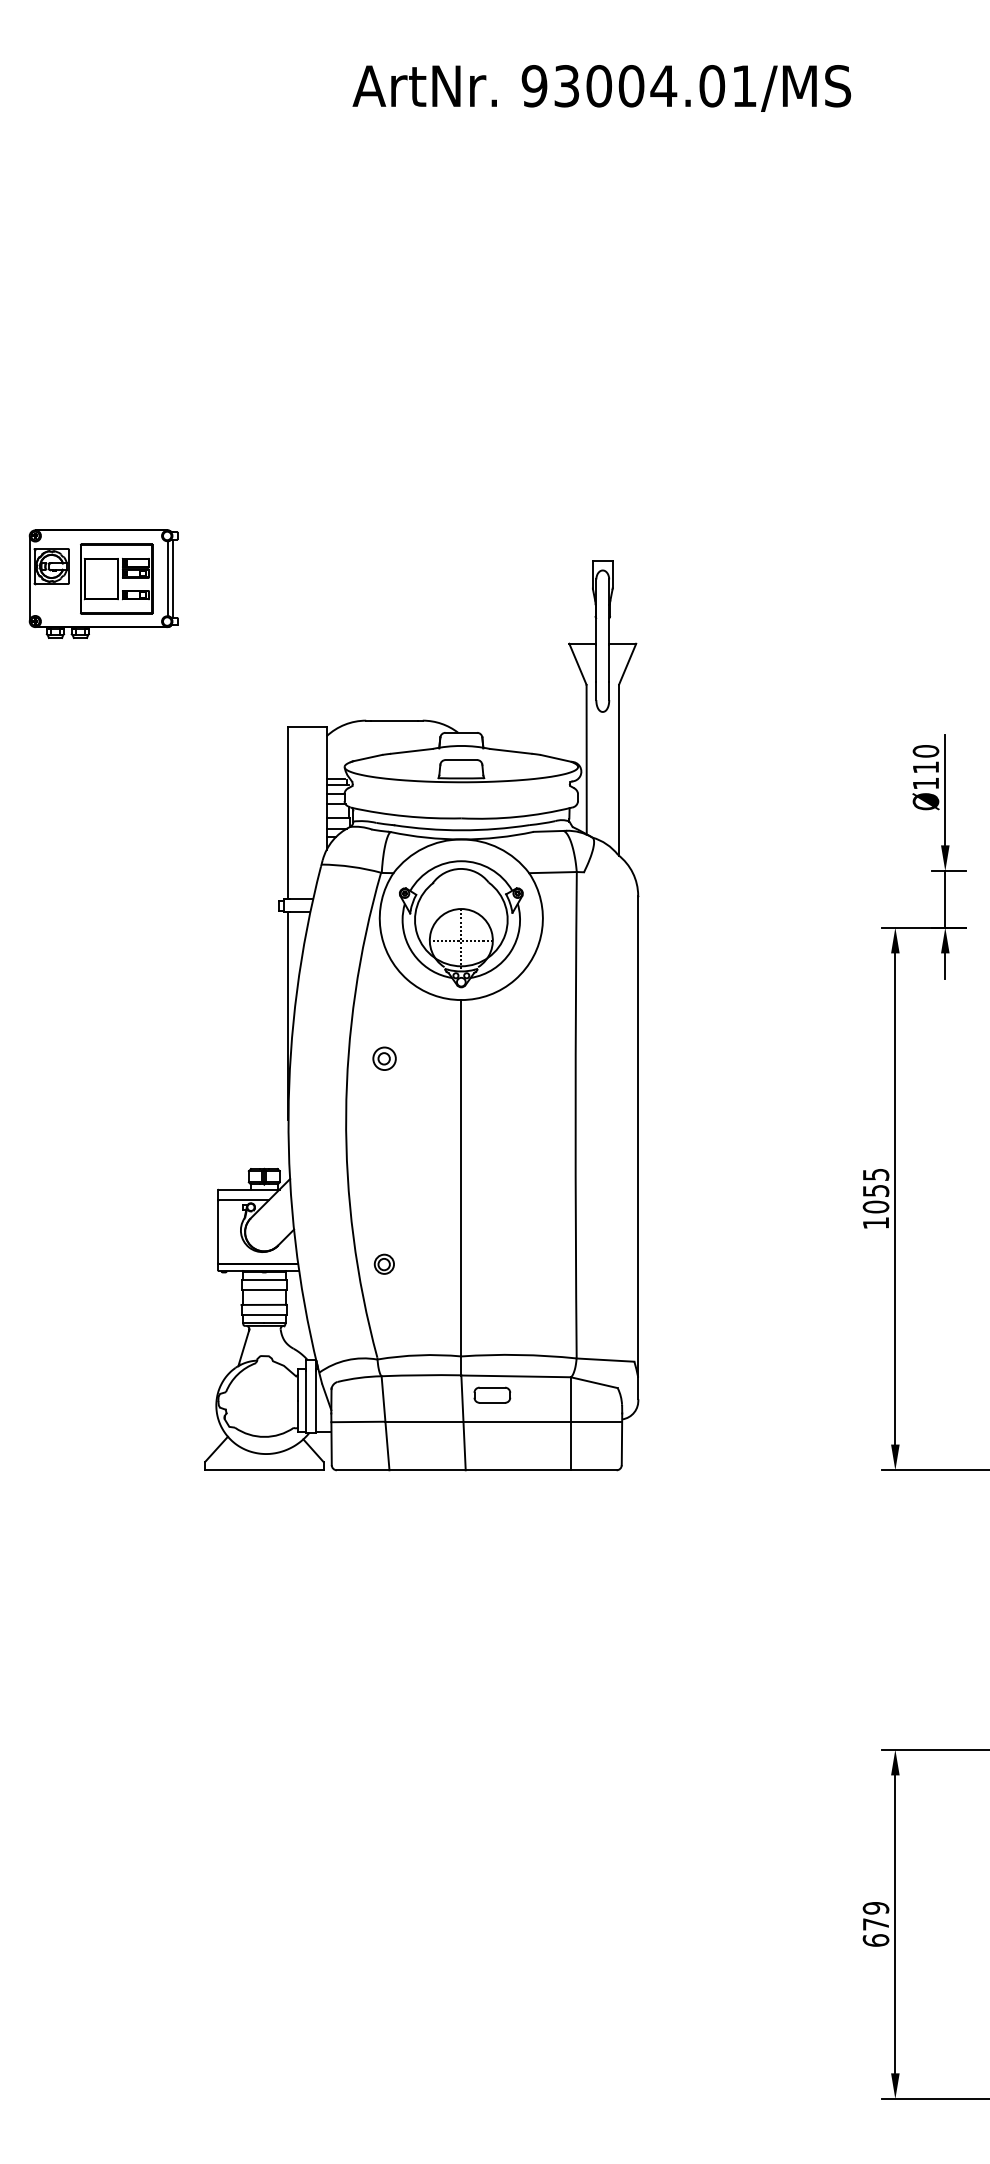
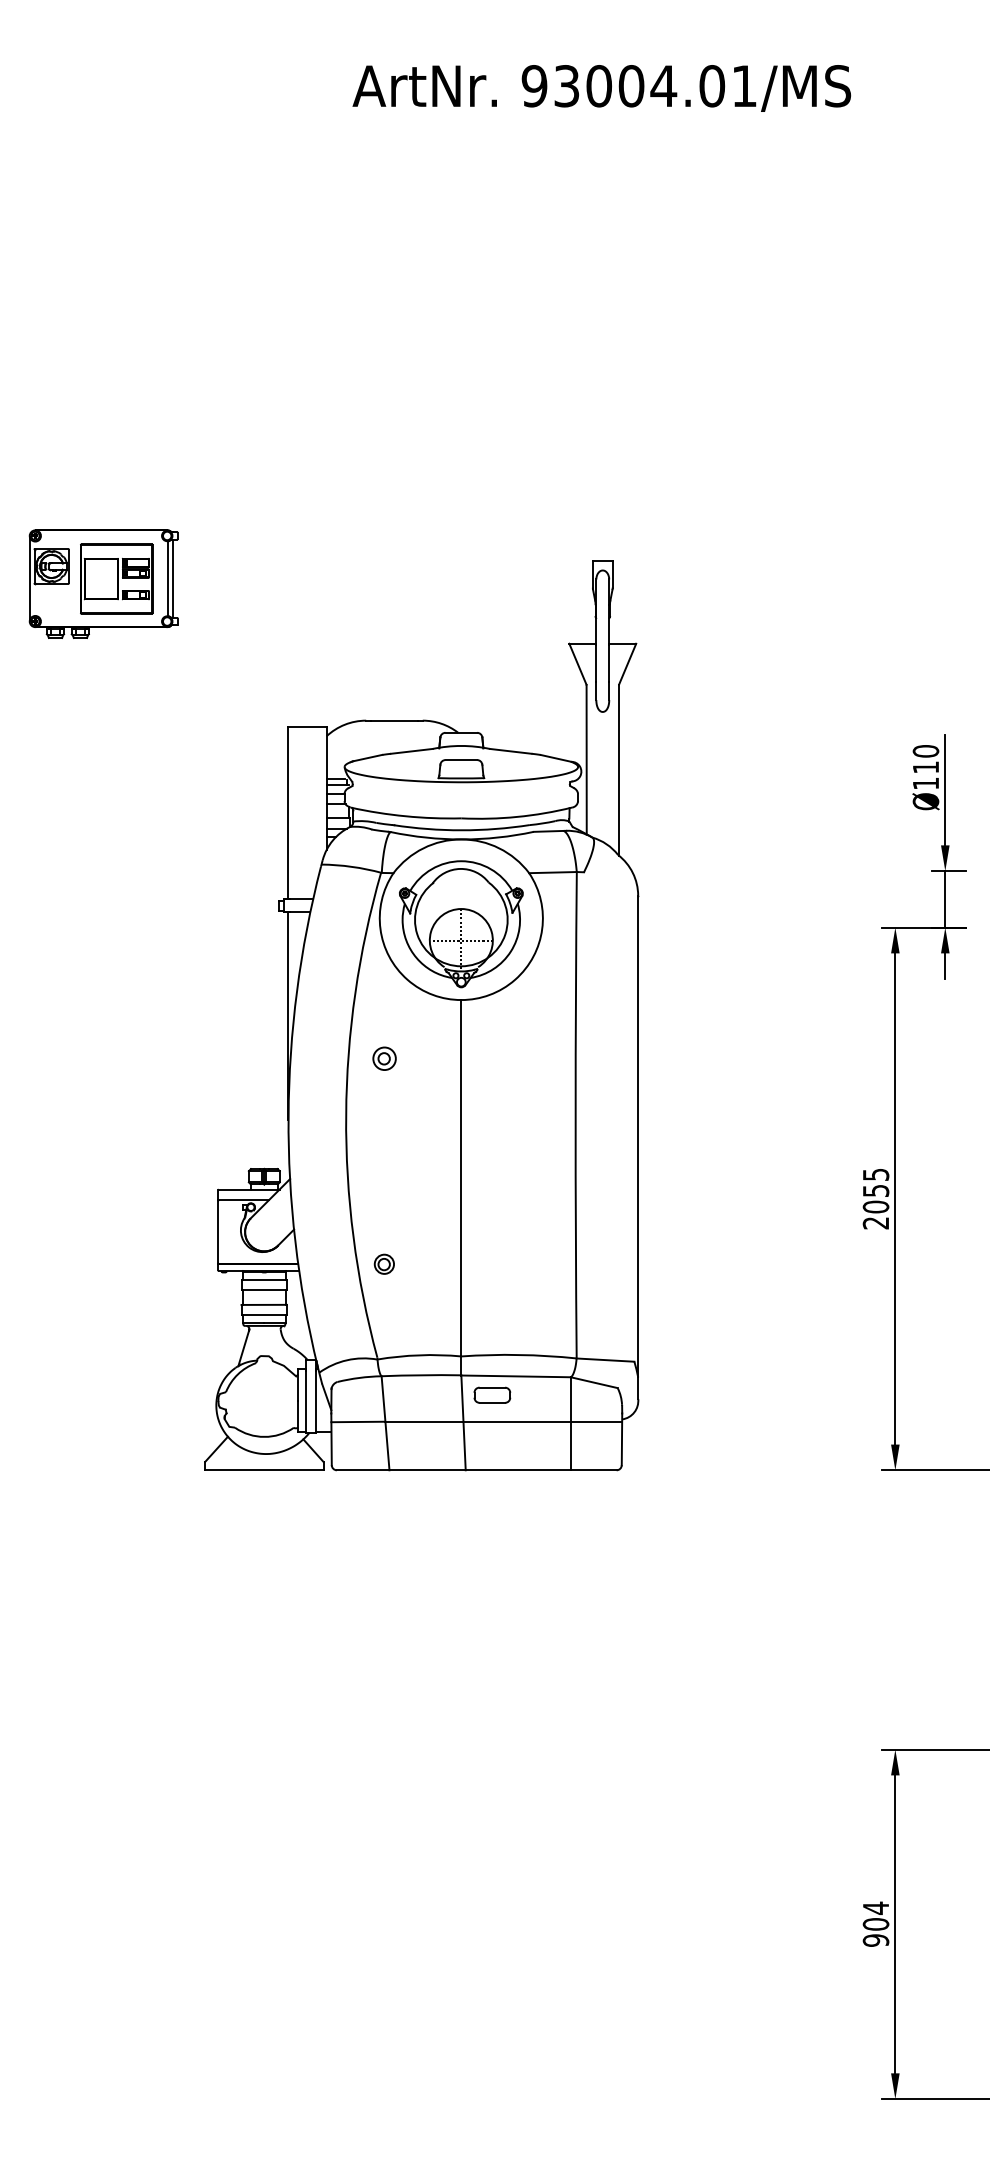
text at (875, 1223): 1055 -> 2055
text at (875, 1923): 679 -> 904
